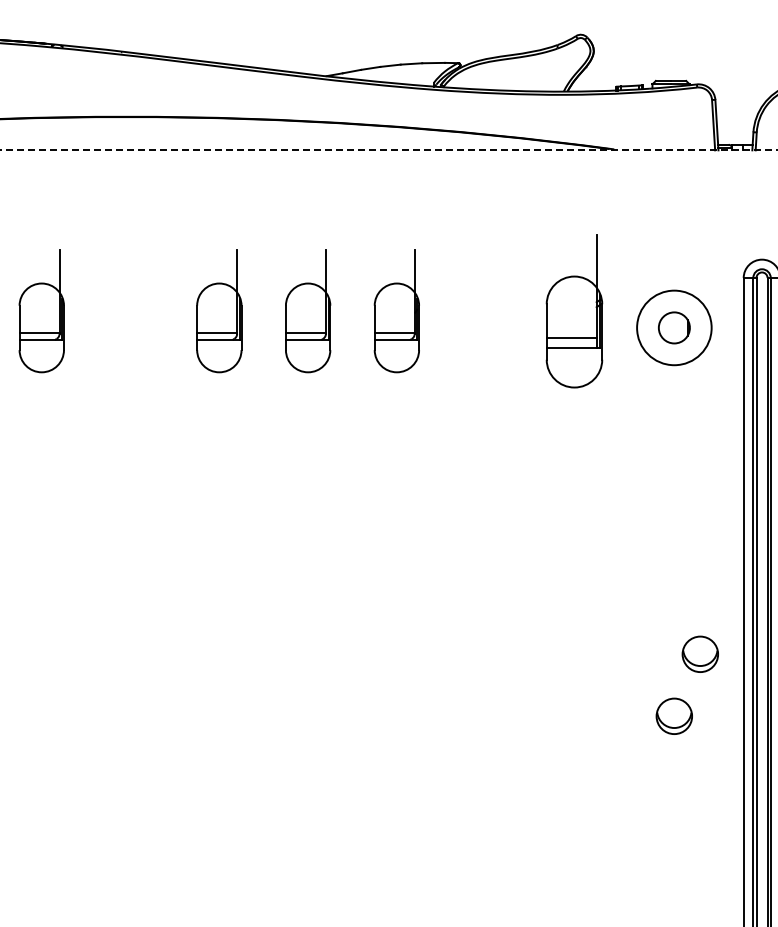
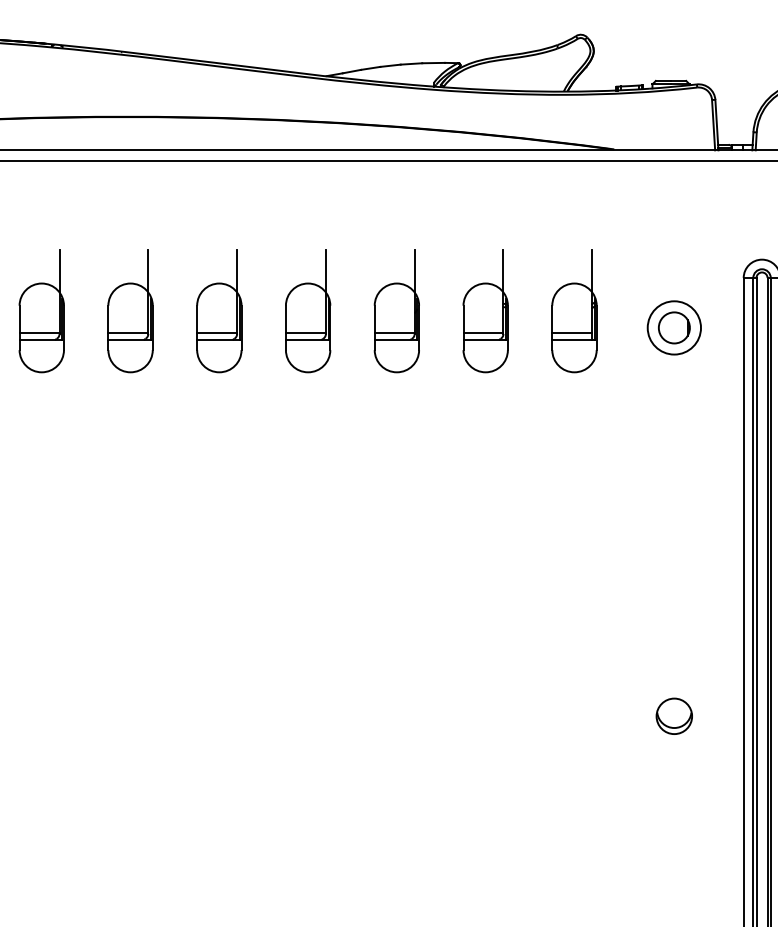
line at (388, 150): dashed -> solid
line at (388, 161): none -> present
part at (130, 311): none -> present
part at (485, 311): none -> present
part at (574, 311) size: 59x155 px -> 47x125 px
circle at (674, 327) diameter: 75 px -> 53 px
part at (699, 653): present -> none
